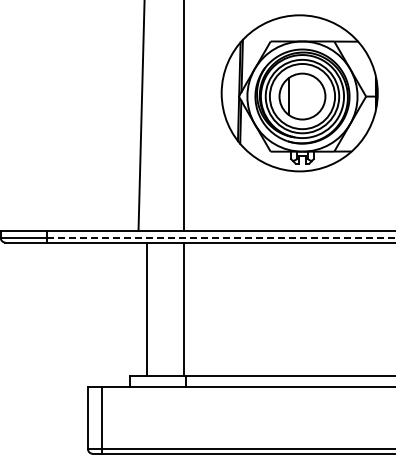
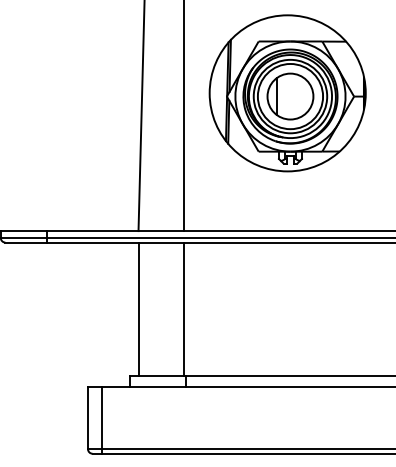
part at (299, 93) position: (299, 93) -> (287, 93)
line at (221, 237): dashed -> solid
line at (146, 308) position: (146, 308) -> (138, 308)
